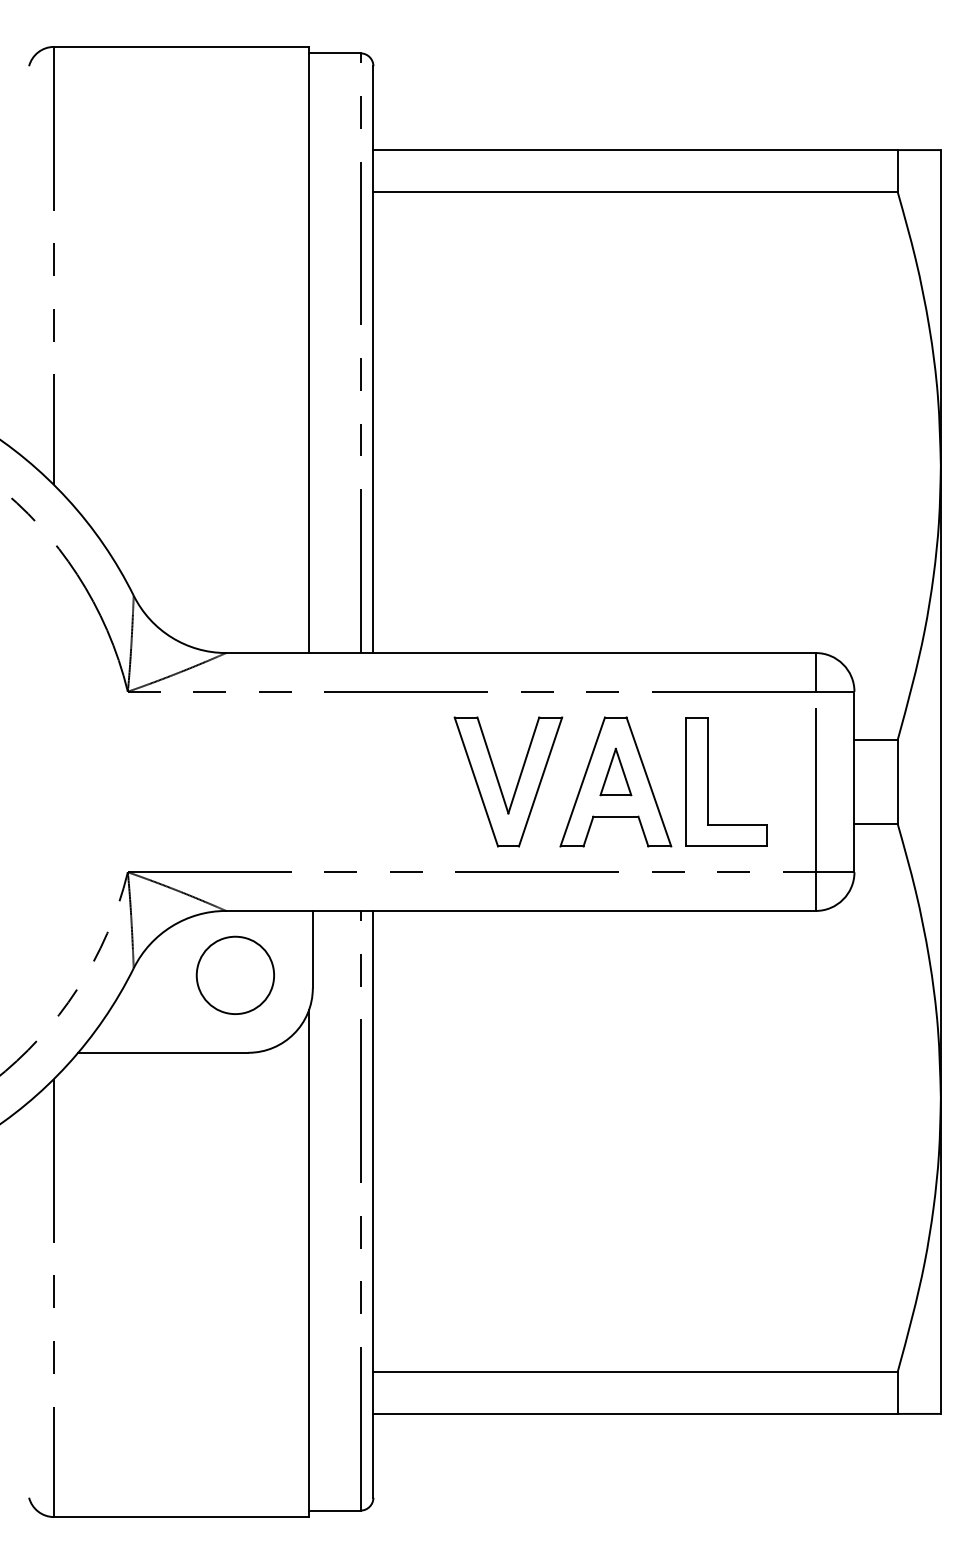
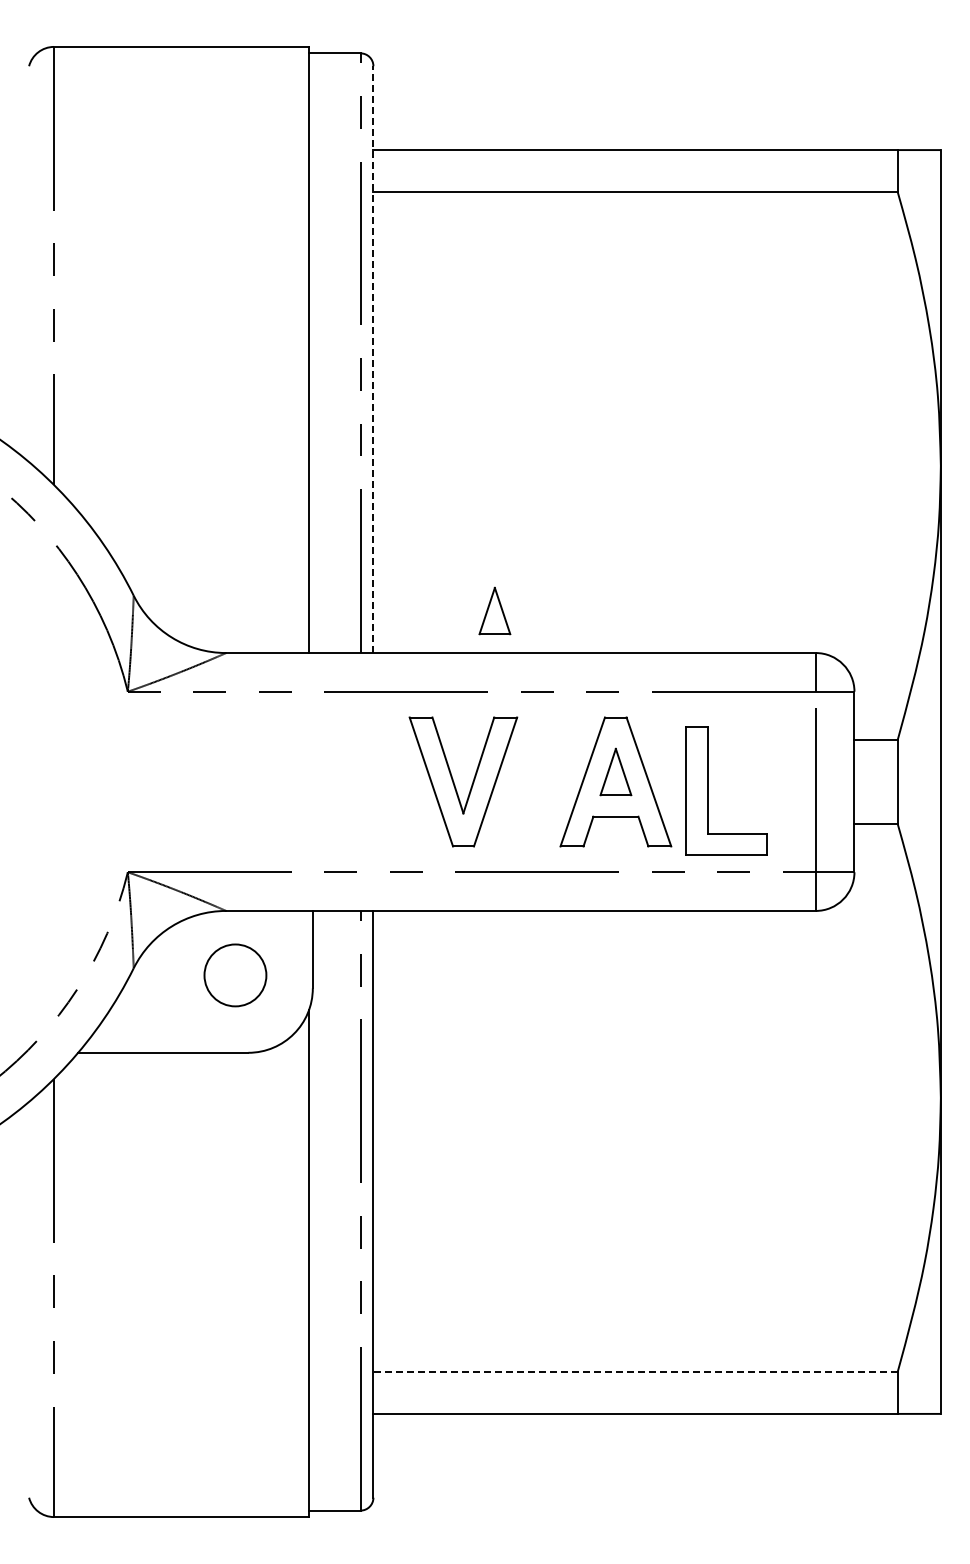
line at (373, 359): solid -> dashed
part at (494, 610): none -> present
part at (708, 781) position: (708, 781) -> (708, 790)
part at (516, 784) position: (516, 784) -> (471, 784)
circle at (235, 975) diameter: 77 px -> 62 px
line at (635, 1371): solid -> dashed
